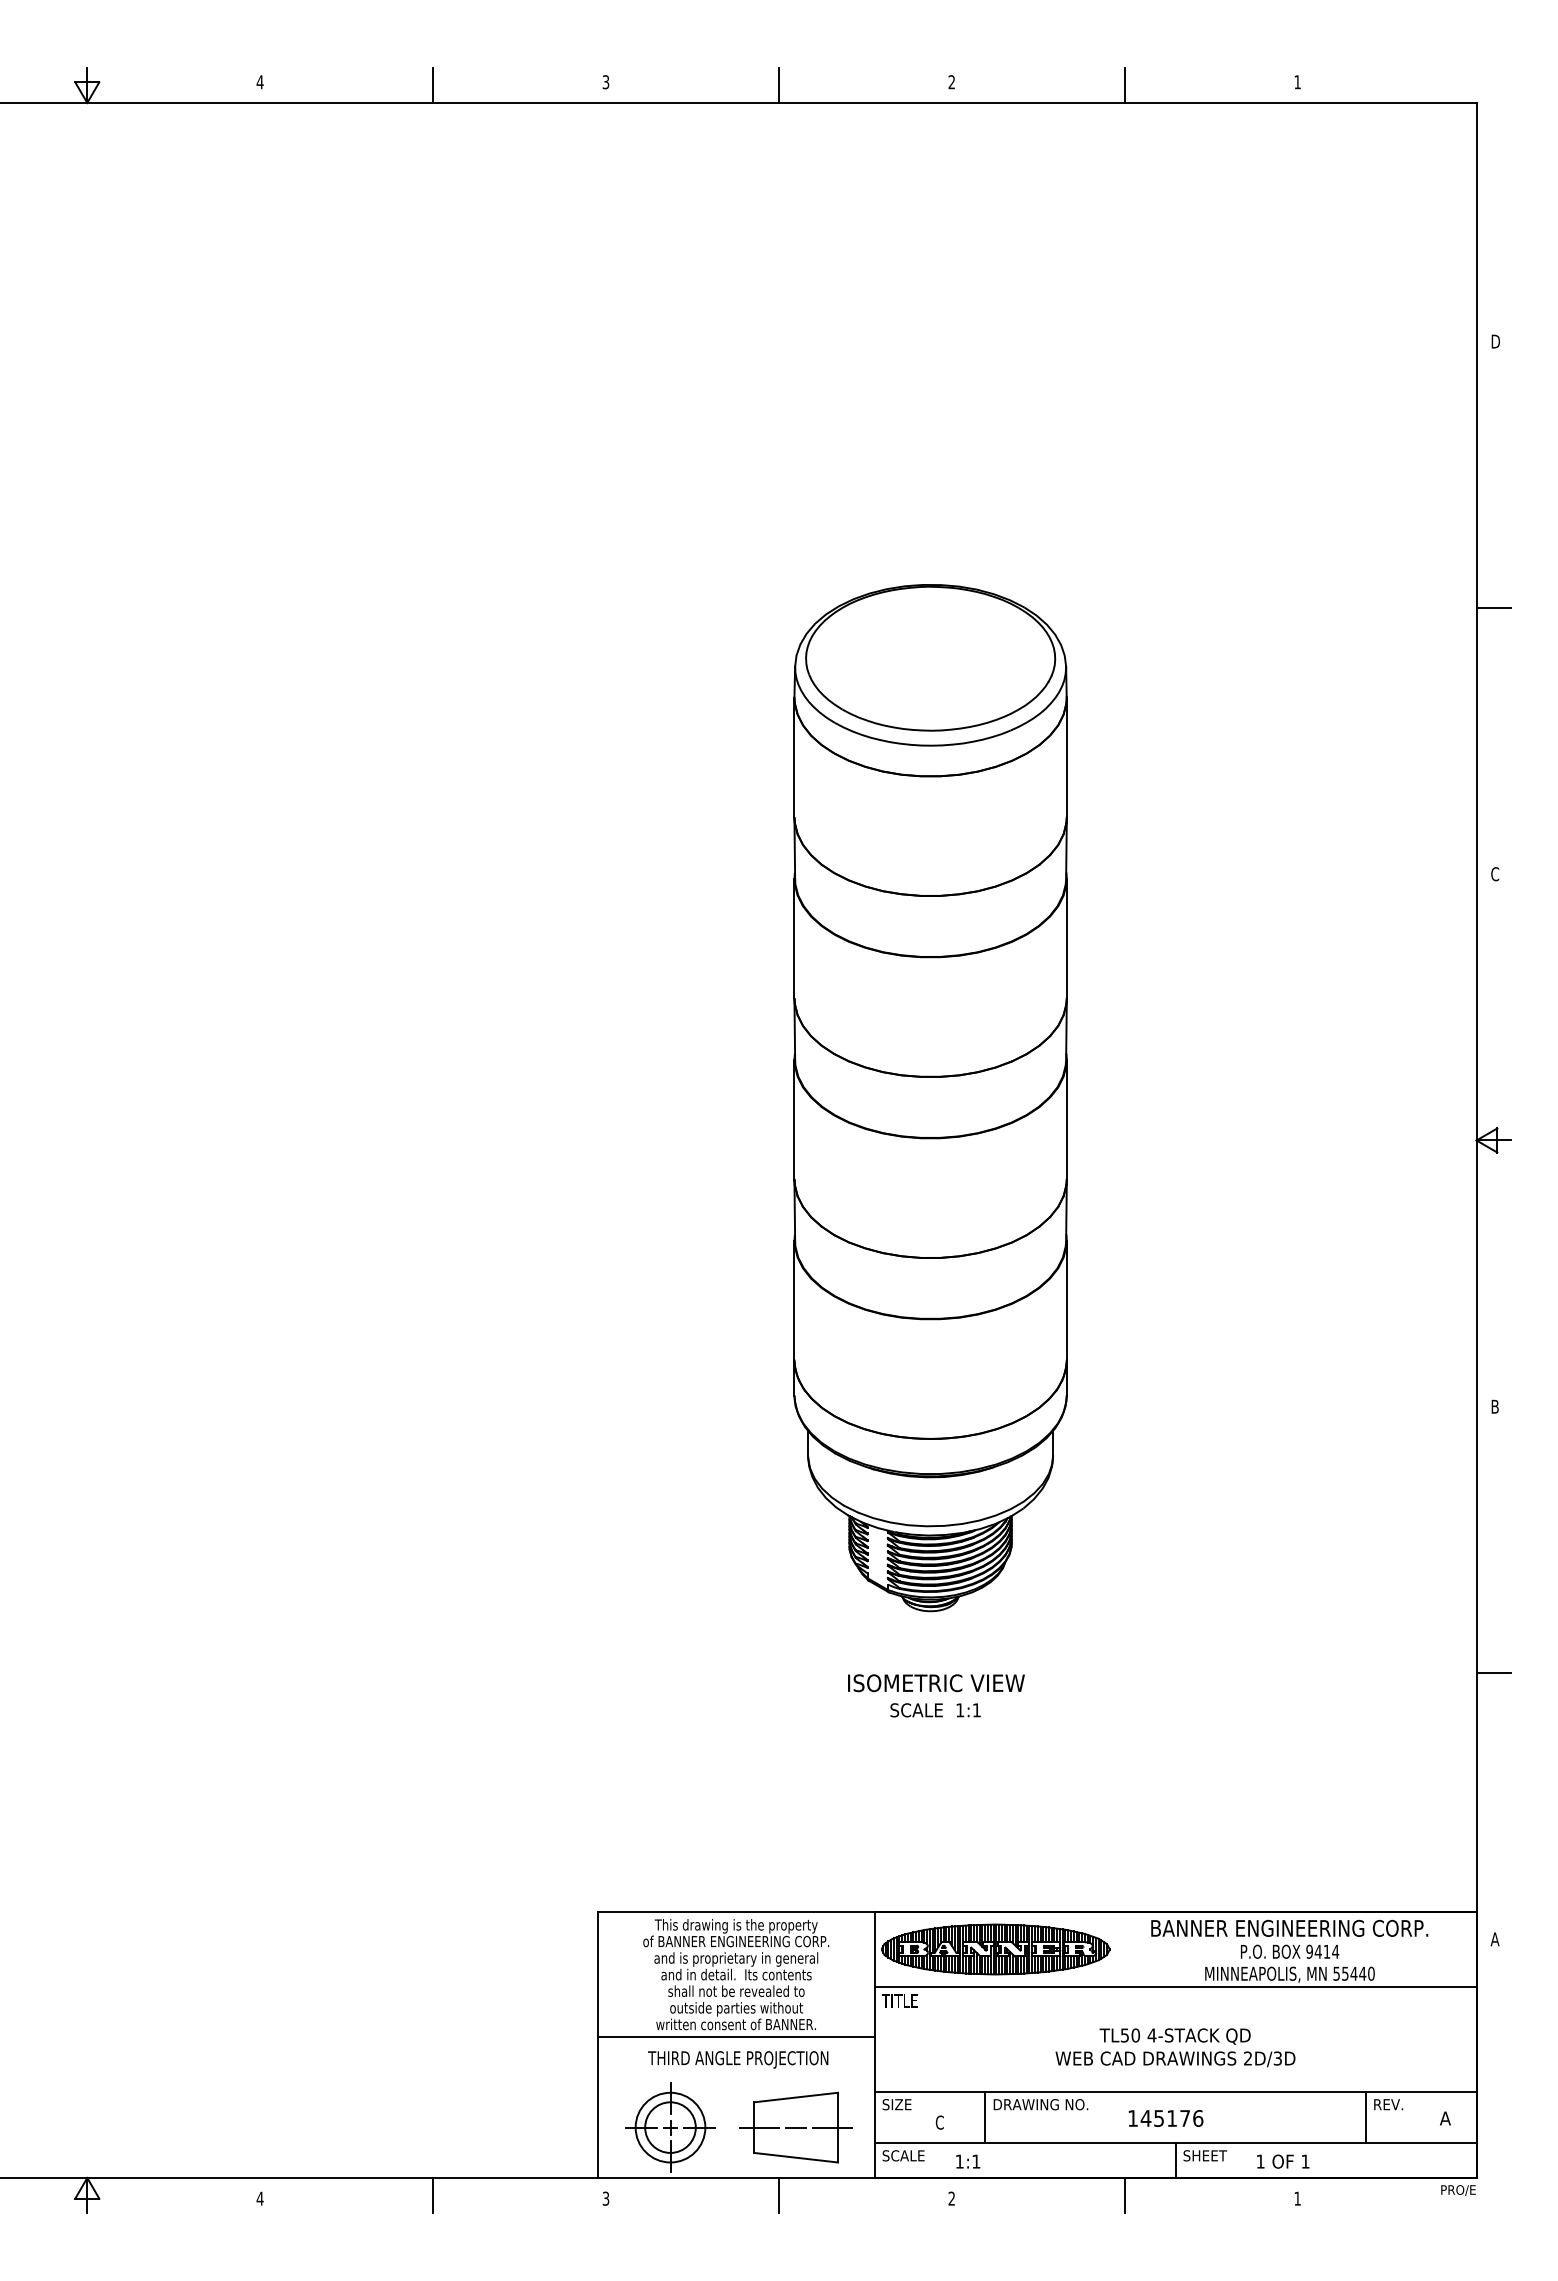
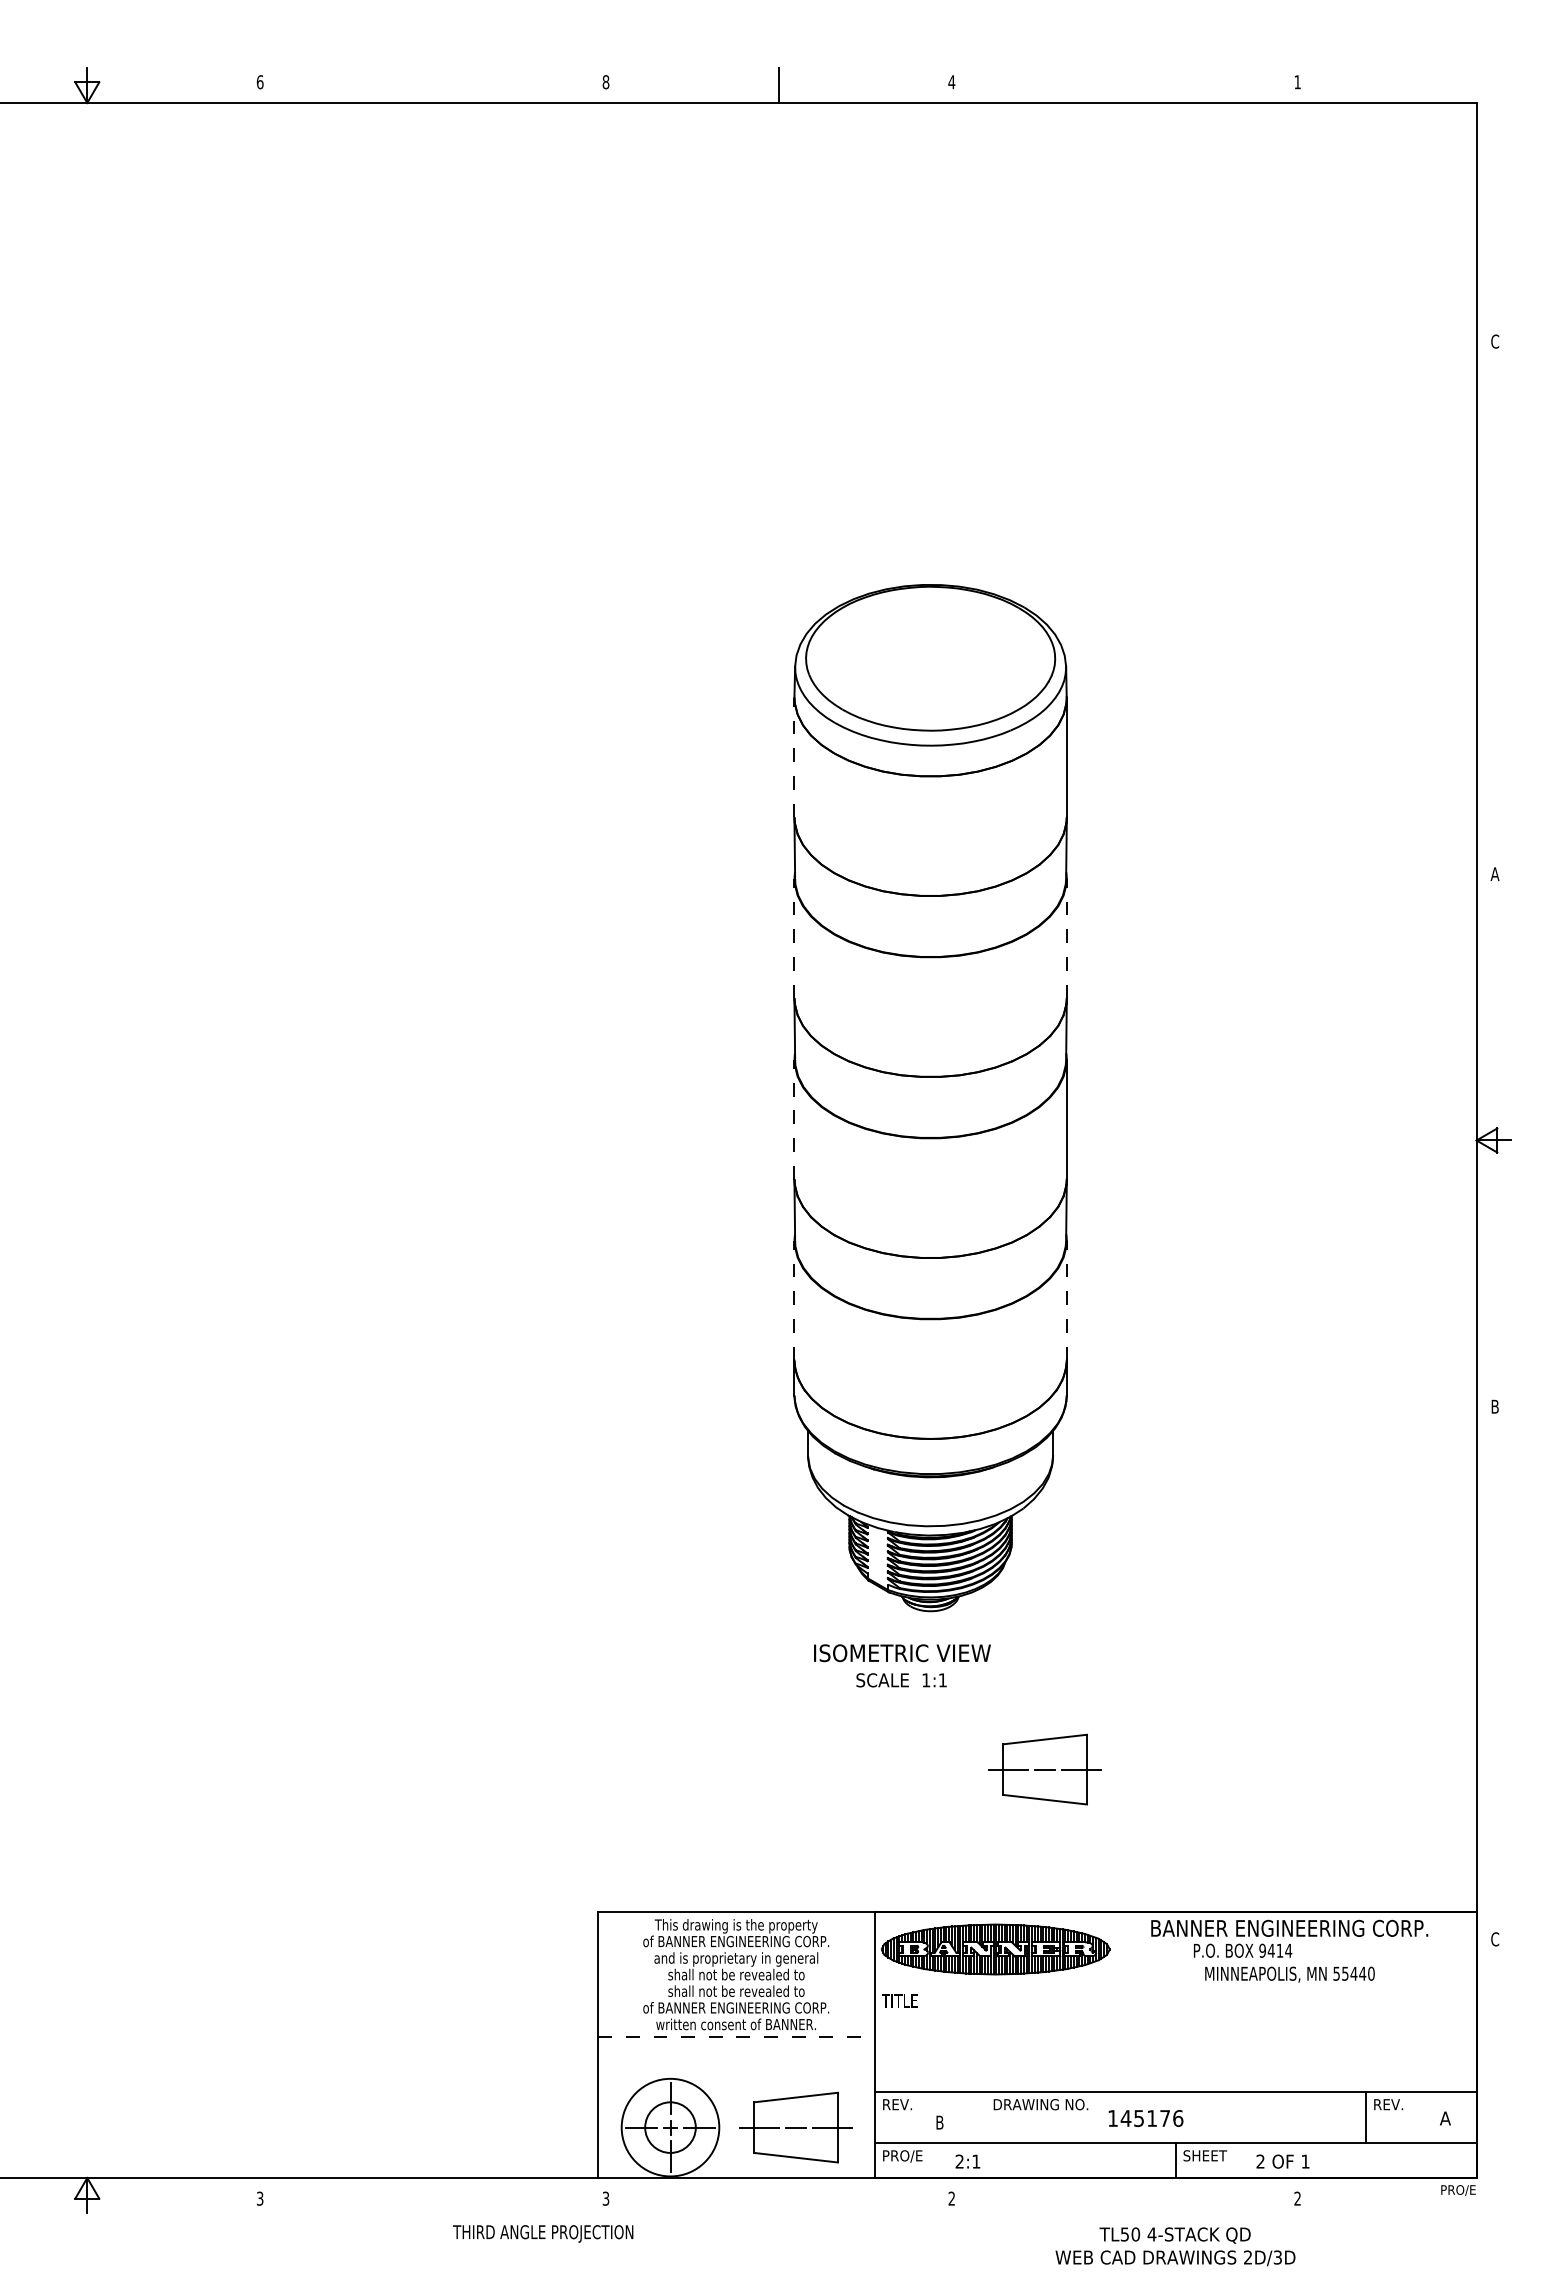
text at (259, 82): 4 -> 6
text at (605, 82): 3 -> 8
text at (951, 82): 2 -> 4
line at (433, 85): present -> none
line at (1124, 85): present -> none
text at (1495, 341): D -> C
line at (1493, 607): present -> none
line at (794, 757): solid -> dashed
text at (1494, 874): C -> A
line at (794, 938): solid -> dashed
line at (1066, 938): solid -> dashed
line at (794, 1119): solid -> dashed
line at (794, 1300): solid -> dashed
line at (1066, 1300): solid -> dashed
line at (1493, 1673): present -> none
text at (936, 1695) position: (936, 1695) -> (902, 1665)
part at (1044, 1769): none -> present
text at (1494, 1939): A -> C
text at (1290, 1951) position: (1290, 1951) -> (1243, 1950)
text at (736, 1974): and in detail.  Its contents -> shall not be revealed to
line at (1175, 1987): present -> none
text at (736, 2009): outside parties without -> of BANNER ENGINEERING CORP.
line at (736, 2036): solid -> dashed
text at (1175, 2047) position: (1175, 2047) -> (1175, 2246)
text at (738, 2059) position: (738, 2059) -> (543, 2233)
text at (896, 2104): SIZE -> REV.
line at (985, 2117): present -> none
text at (1165, 2118) position: (1165, 2118) -> (1145, 2118)
text at (939, 2122): C -> B
circle at (670, 2127) diameter: 70 px -> 98 px
text at (903, 2156): SCALE -> PRO/E
text at (959, 2161): 1:1 -> 2:1
text at (1260, 2161): 1 -> 2
line at (433, 2194): present -> none
line at (778, 2194): present -> none
line at (1124, 2194): present -> none
text at (259, 2198): 4 -> 3
text at (1297, 2198): 1 -> 2
